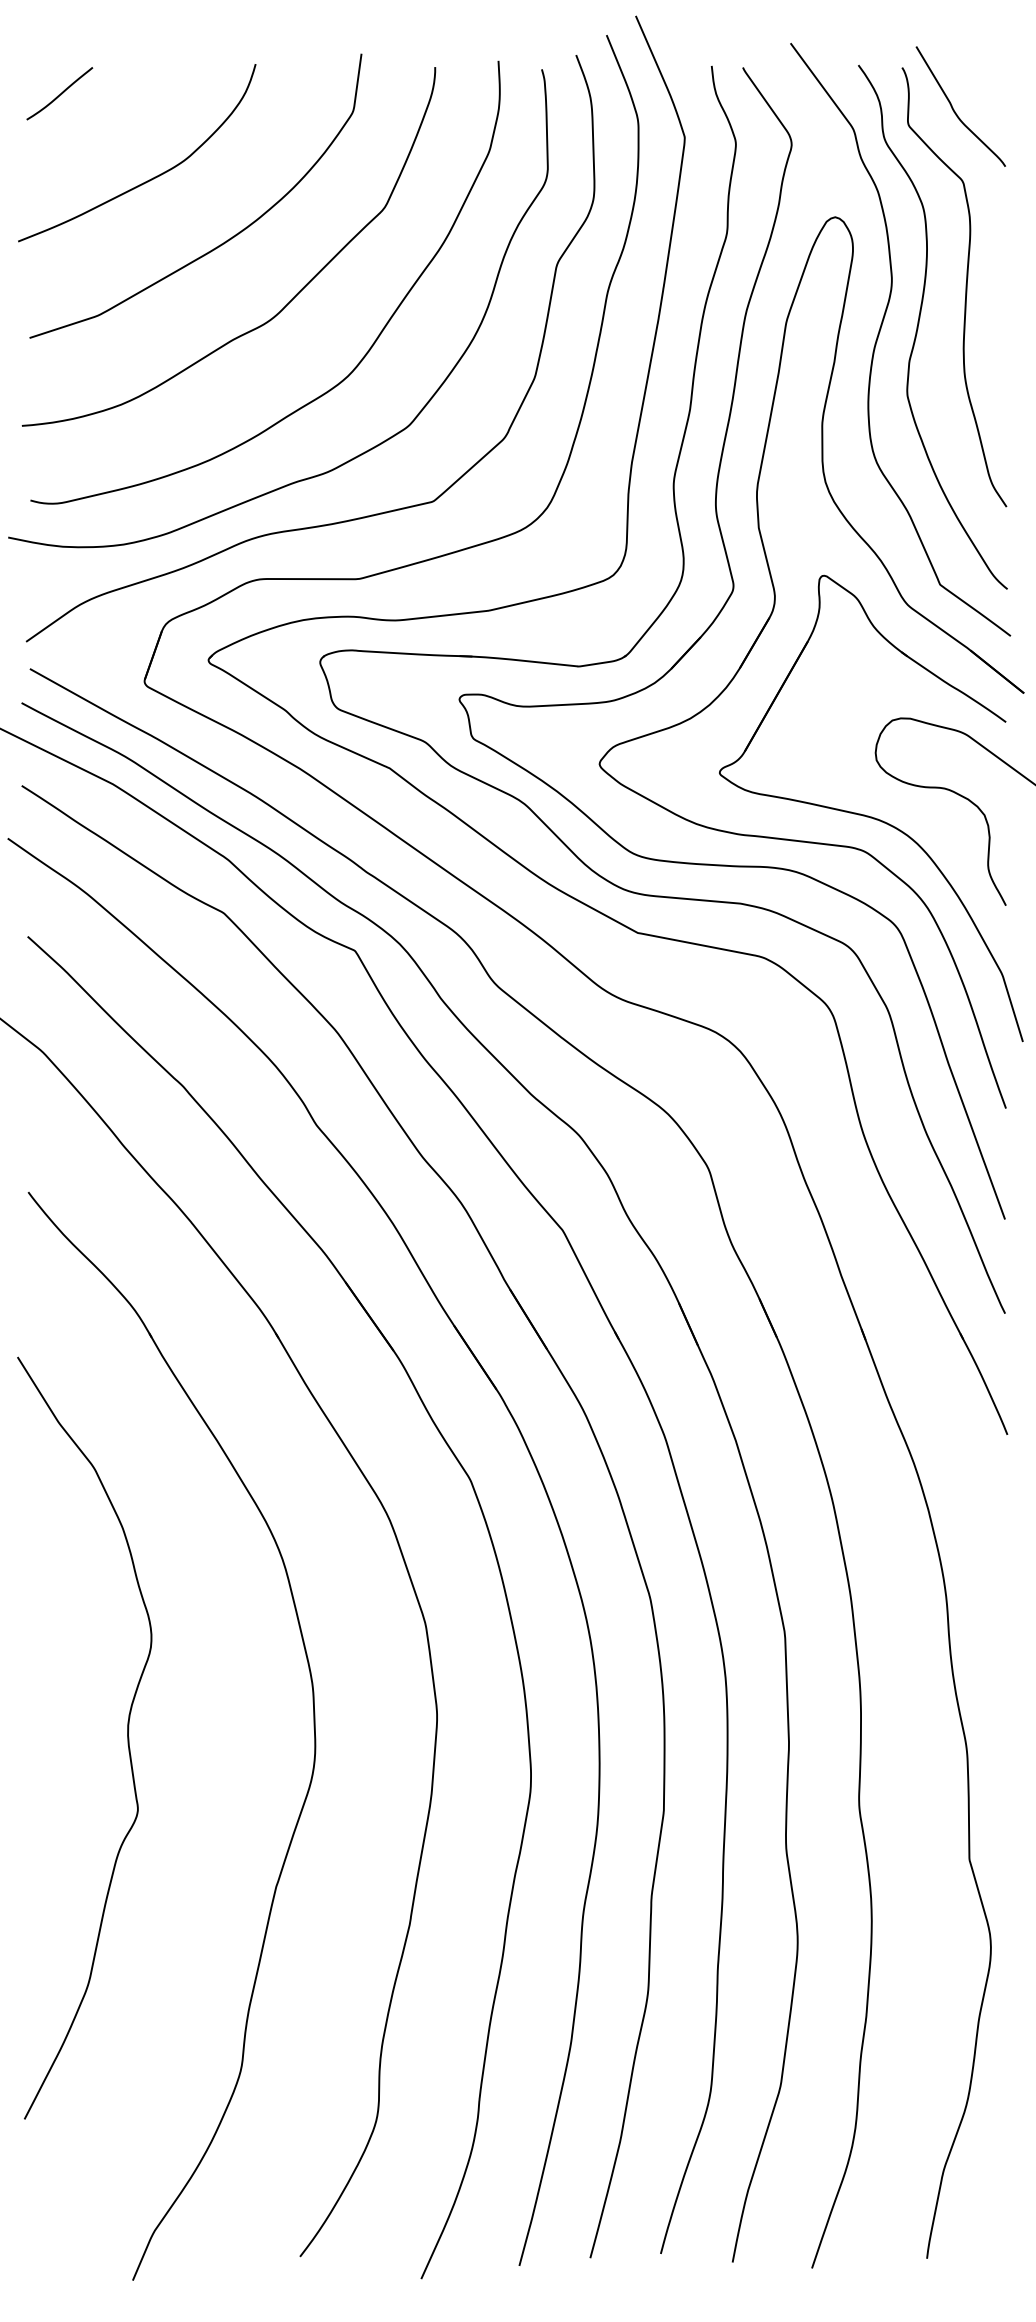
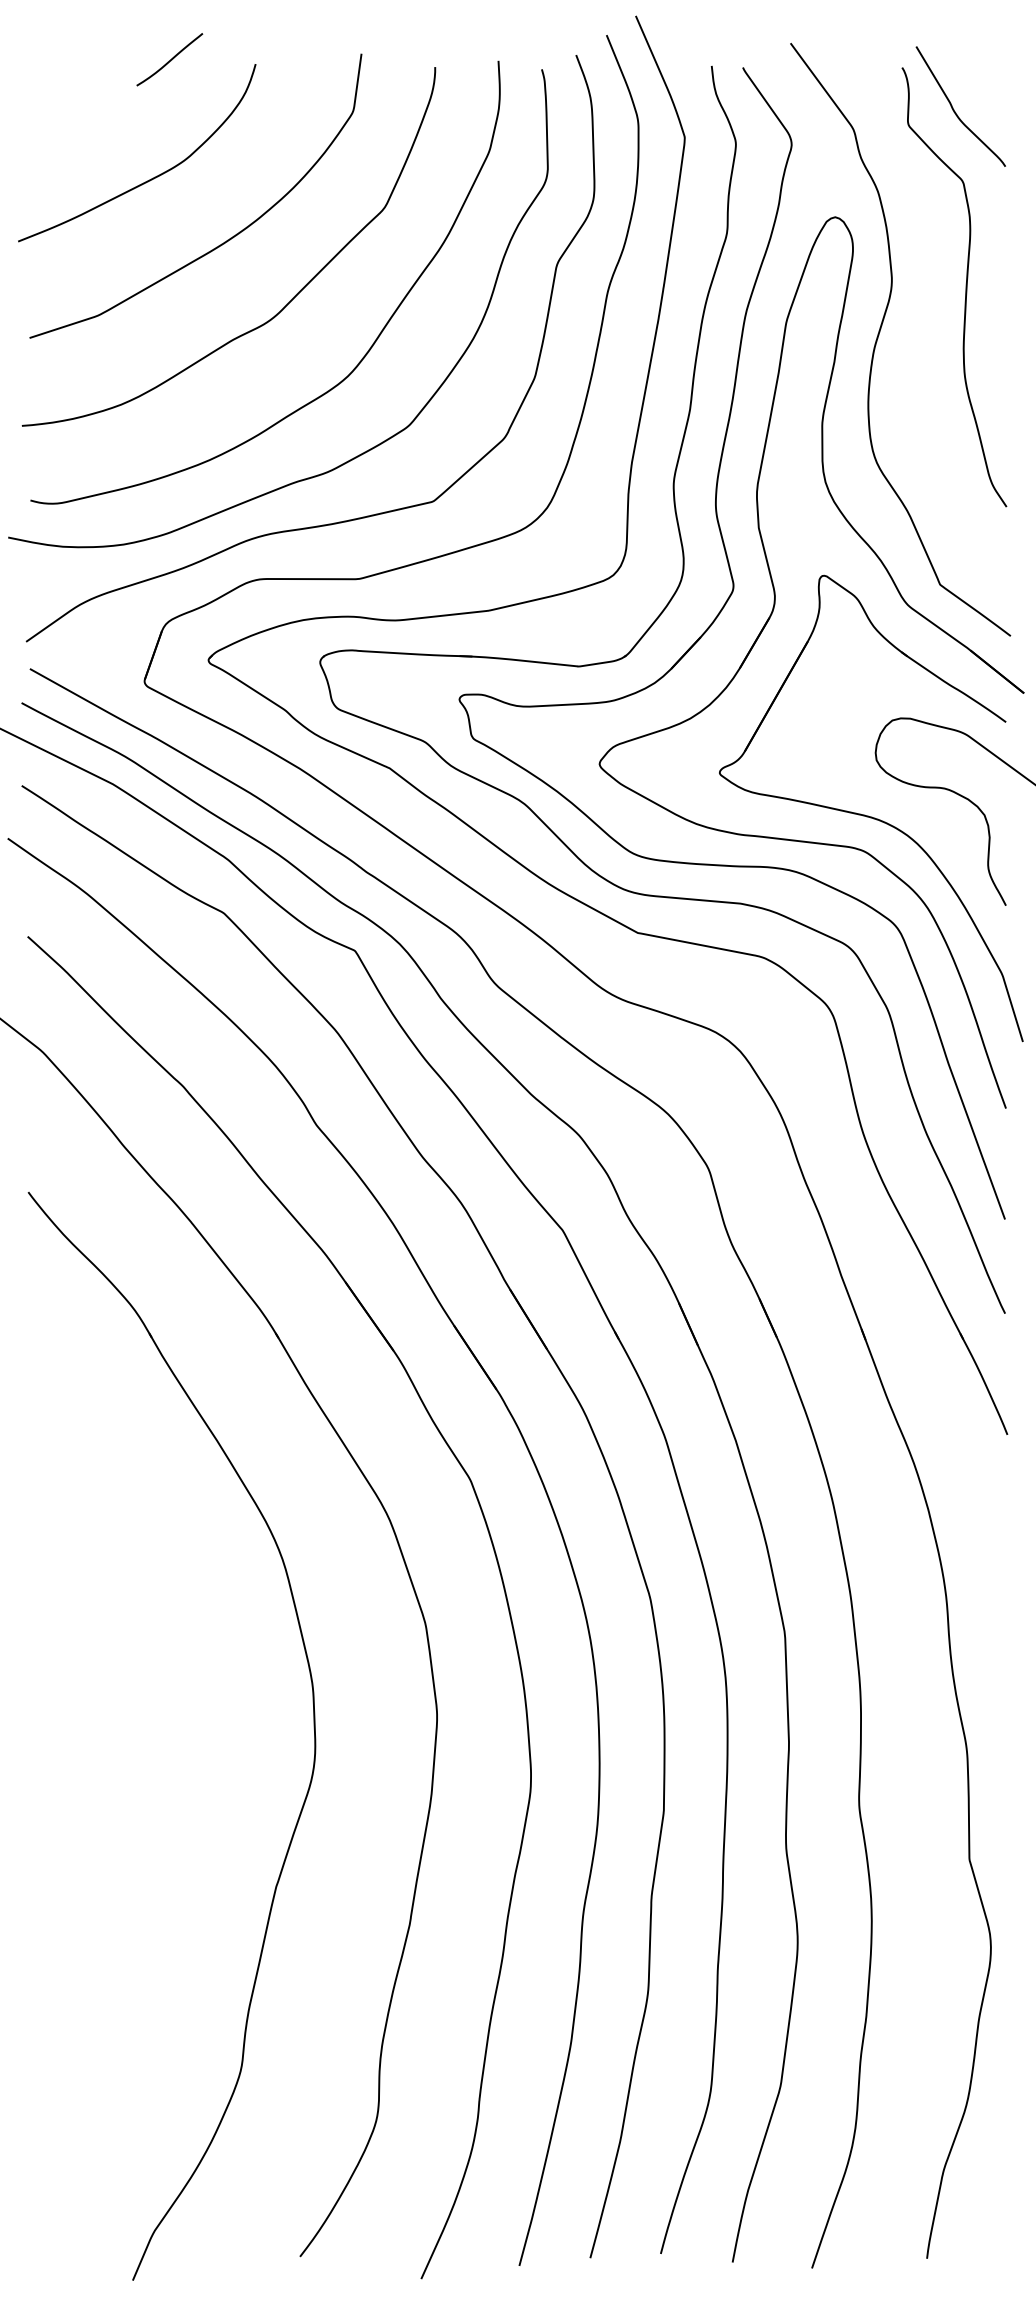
curve at (60, 93) position: (60, 93) -> (170, 59)
curve at (919, 323): present -> none
curve at (127, 1737): present -> none
